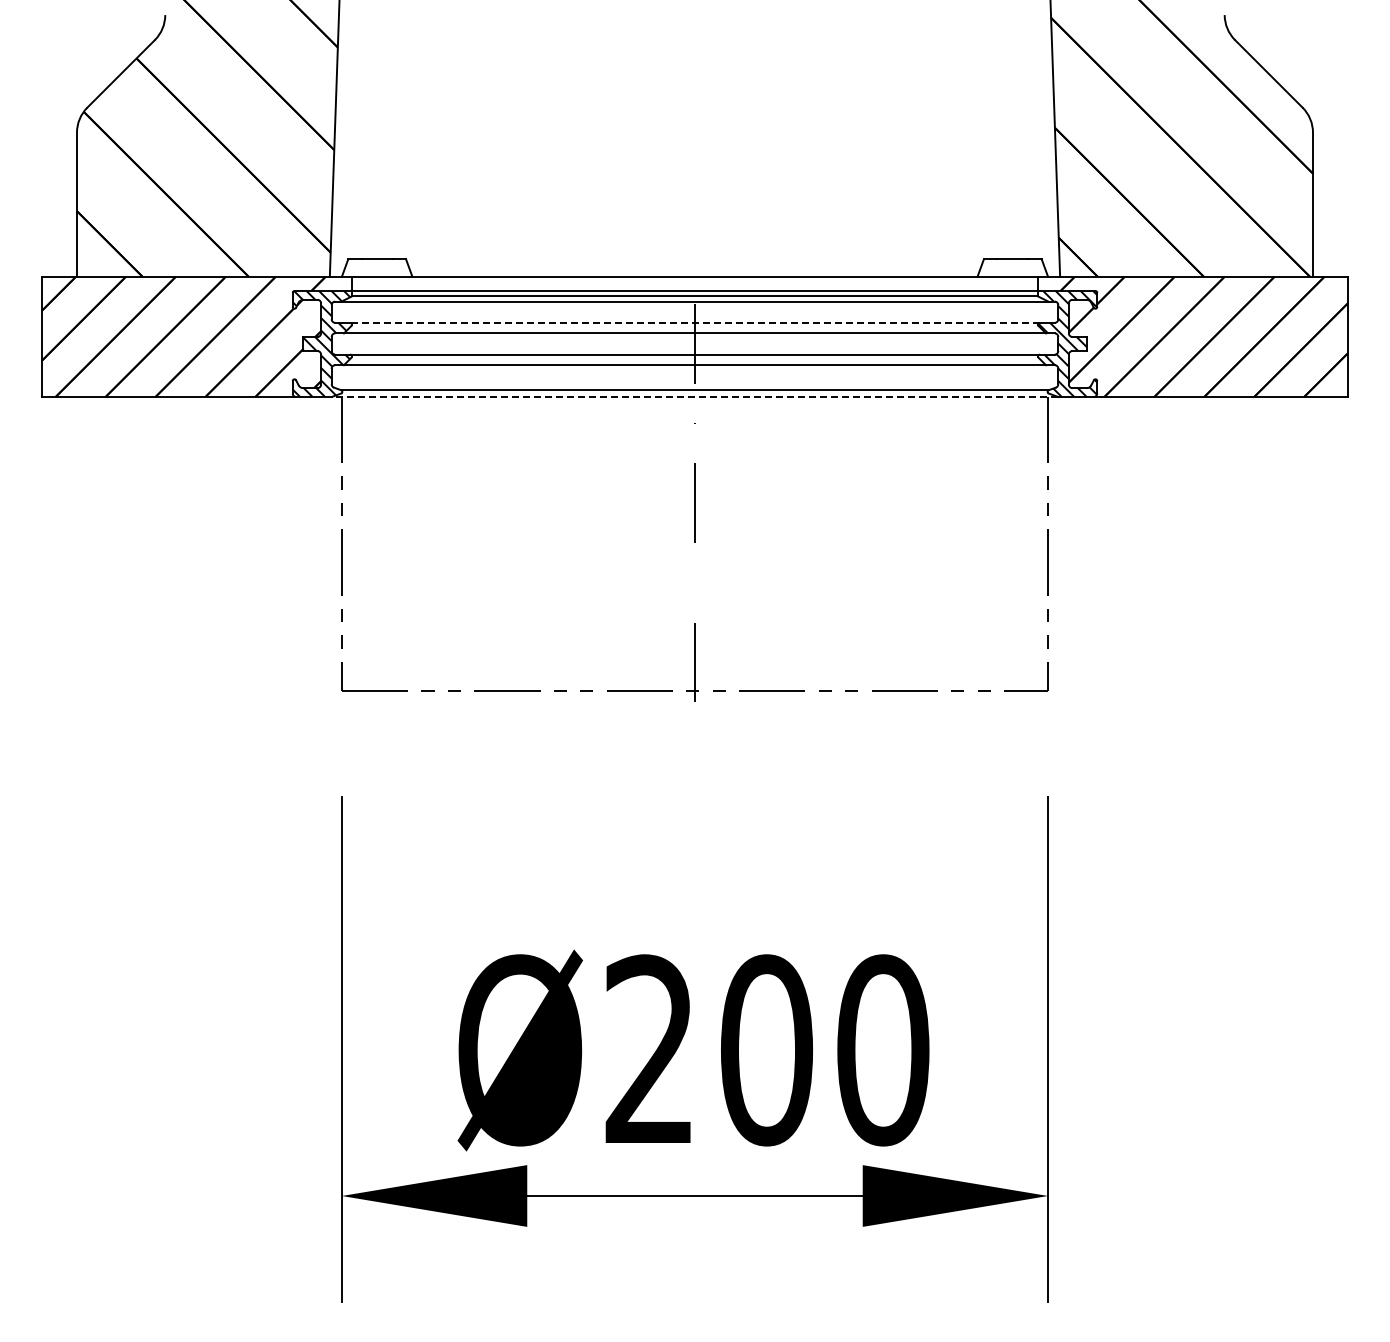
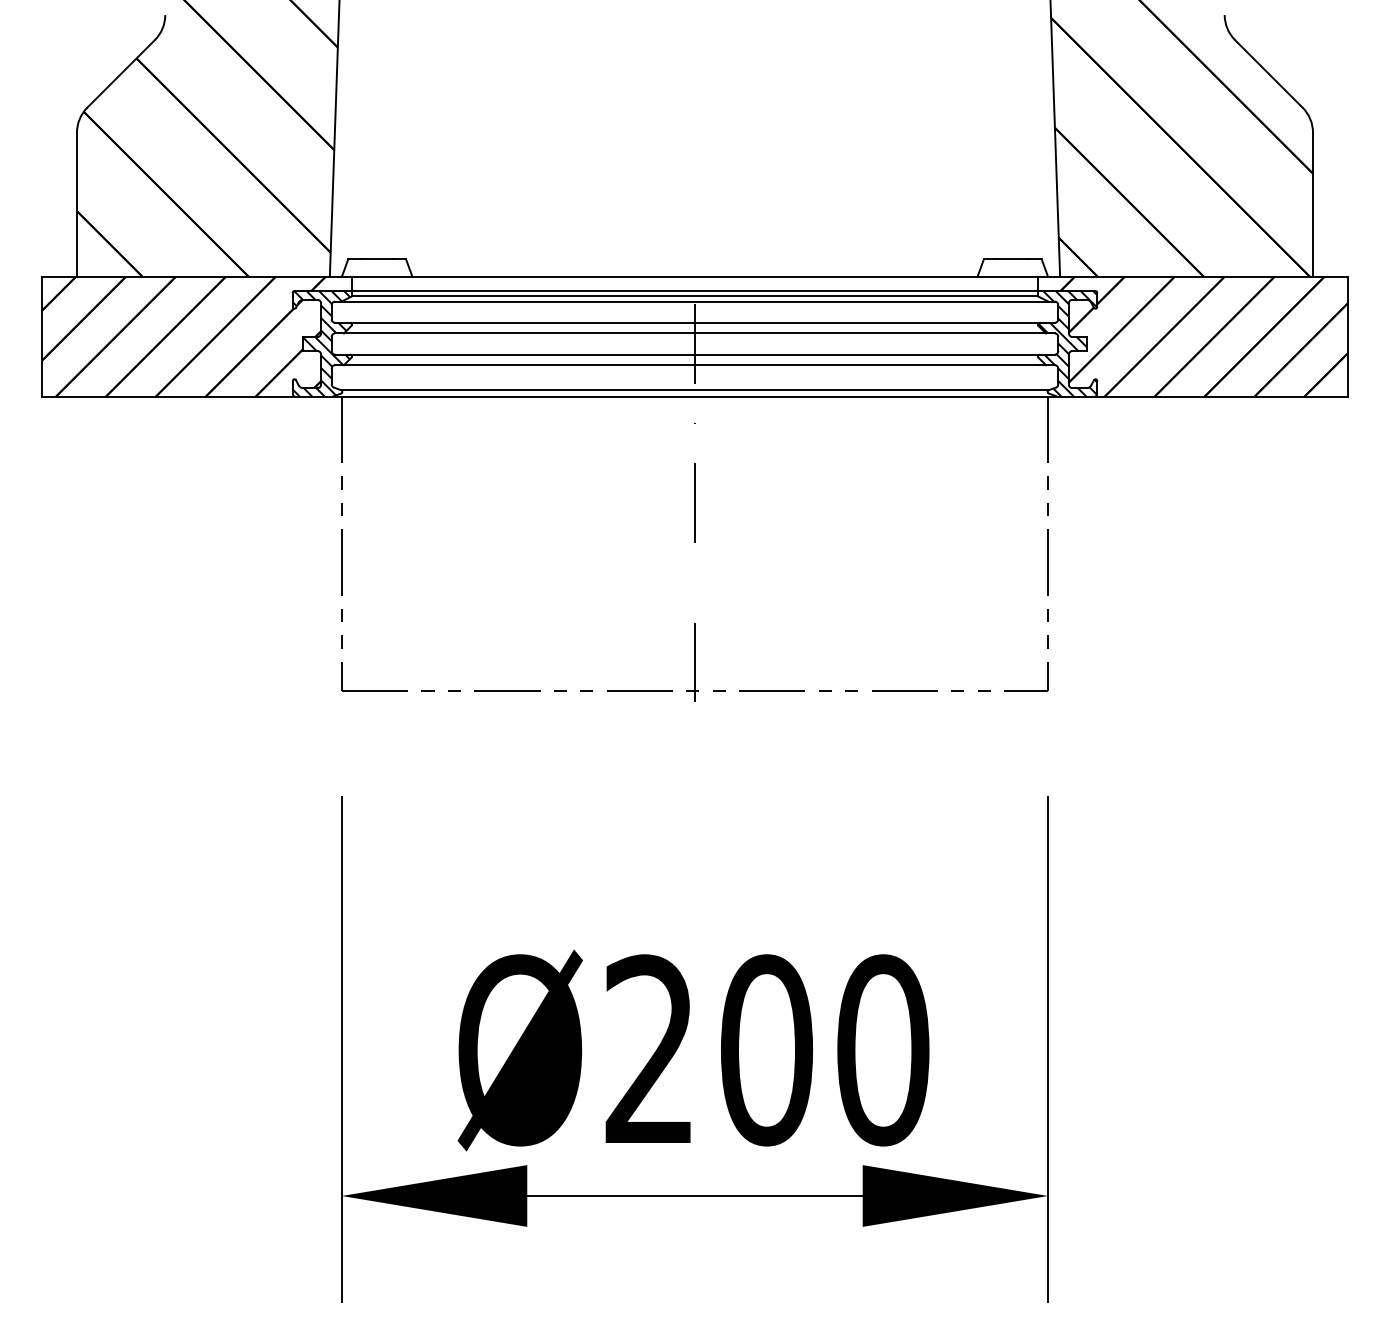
line at (694, 322): dashed -> solid
line at (694, 397): dashed -> solid
